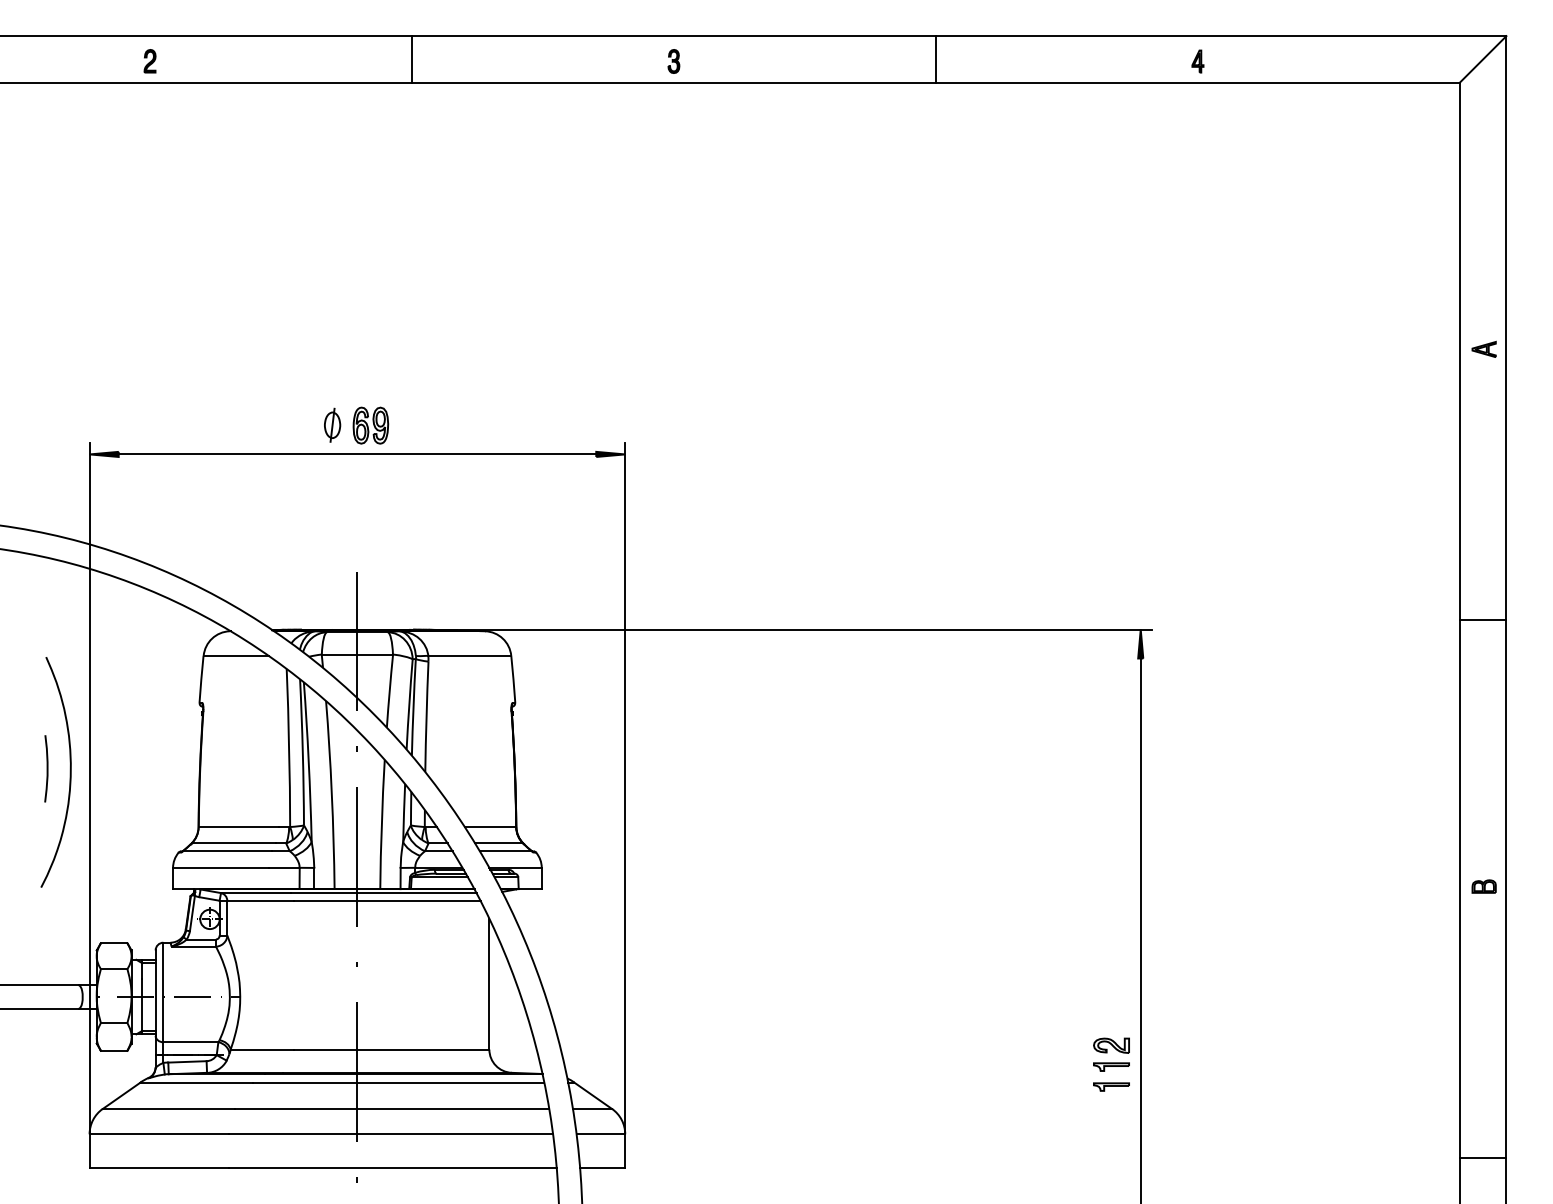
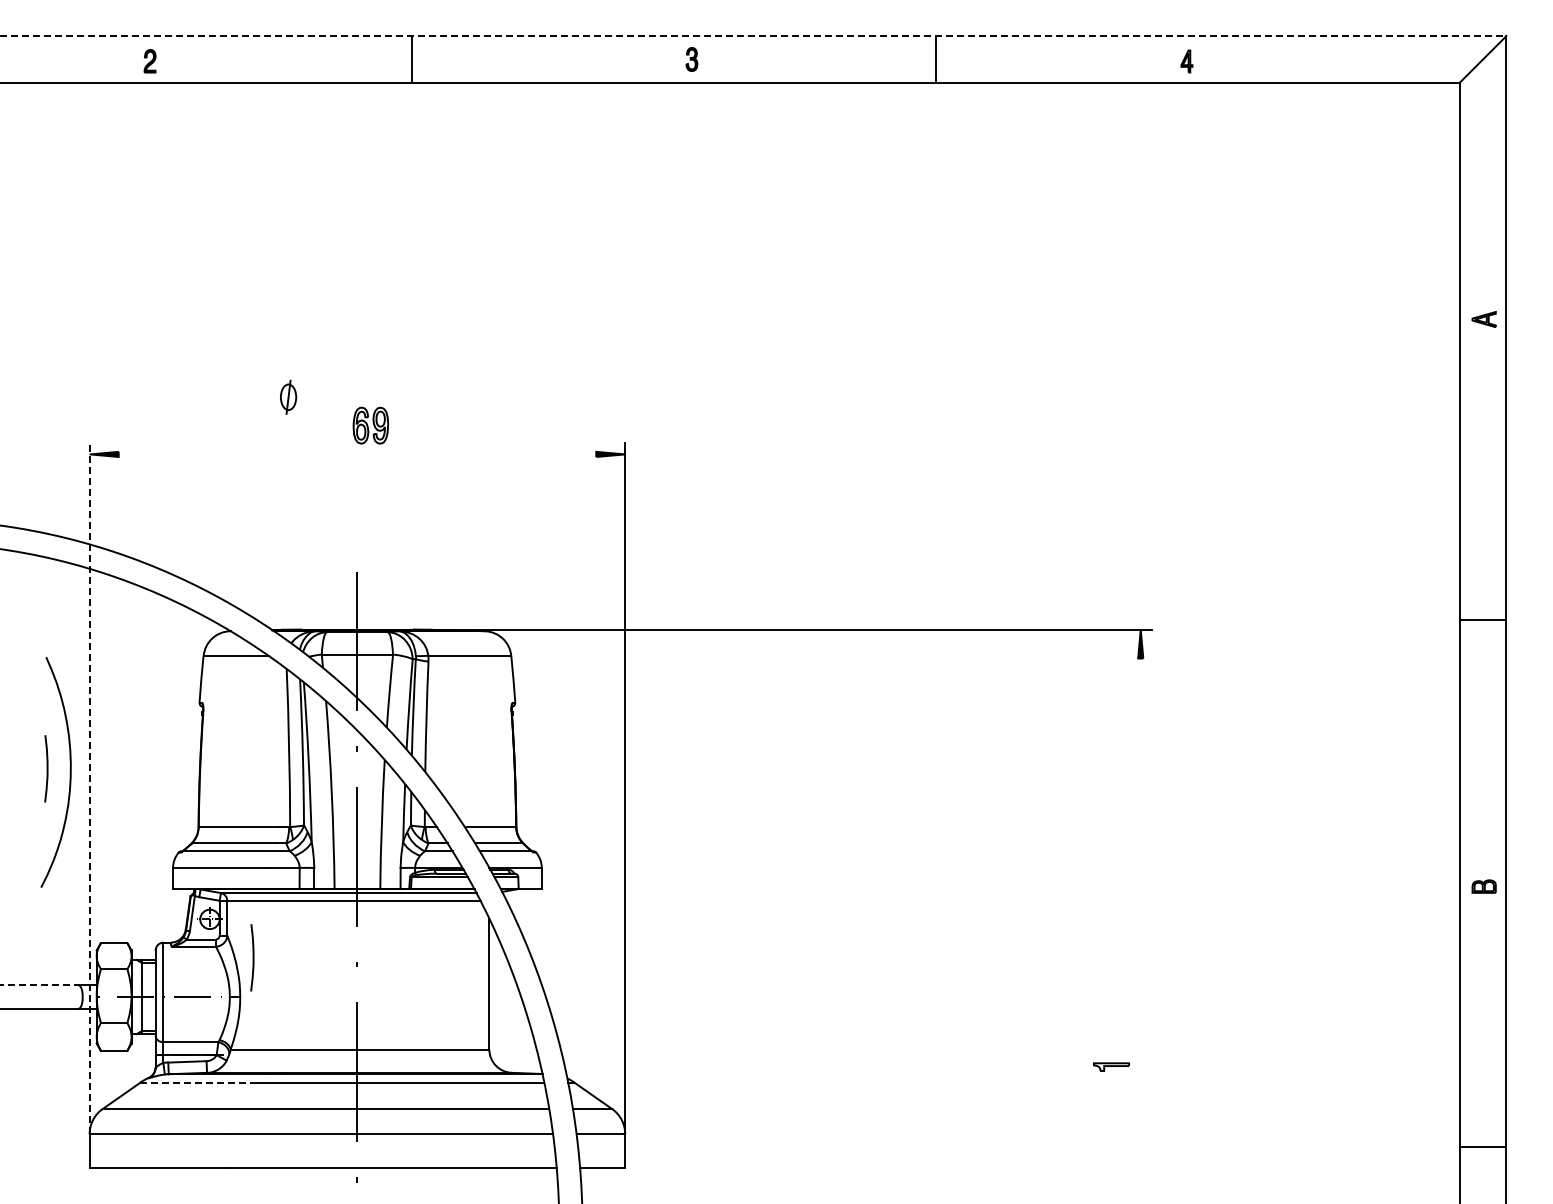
line at (753, 36): solid -> dashed
part at (673, 61) position: (673, 61) -> (691, 59)
part at (1197, 61) position: (1197, 61) -> (1186, 61)
part at (1483, 348) position: (1483, 348) -> (1483, 318)
part at (332, 424) position: (332, 424) -> (288, 396)
line at (357, 454): present -> none
line at (89, 788): solid -> dashed
line at (1140, 929): present -> none
curve at (252, 957): none -> present
line at (39, 985): solid -> dashed
part at (1111, 1045): present -> none
line at (197, 1082): solid -> dashed
part at (1111, 1086): present -> none
line at (1482, 1157) position: (1482, 1157) -> (1482, 1146)
